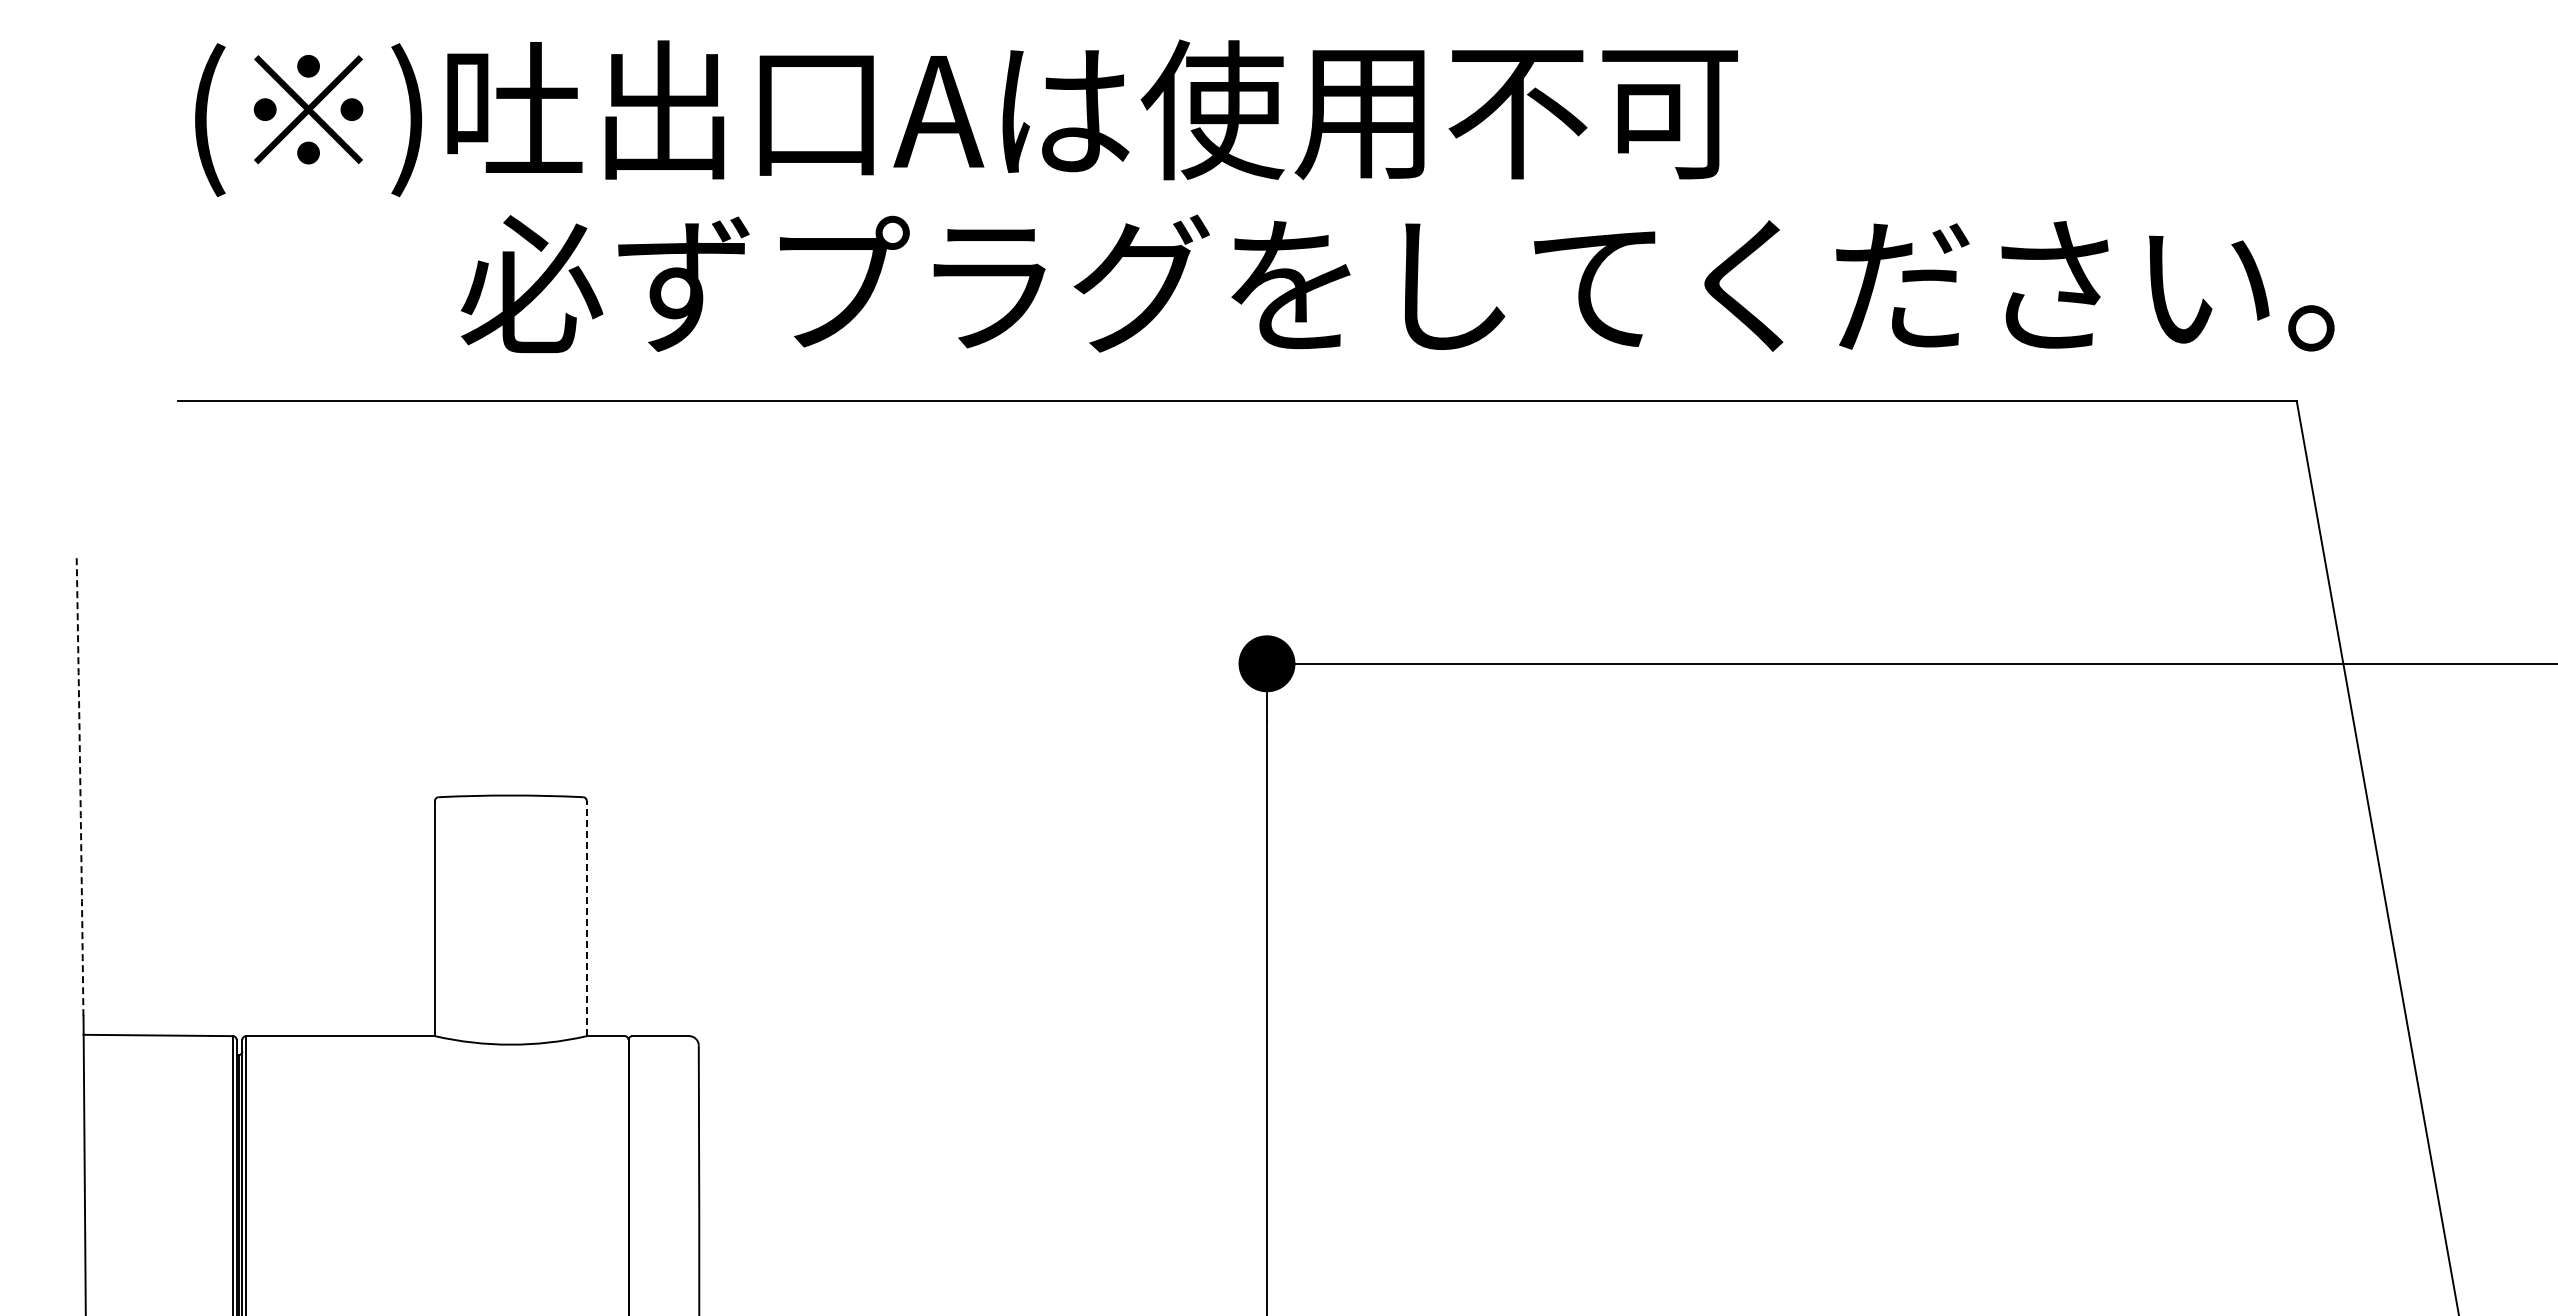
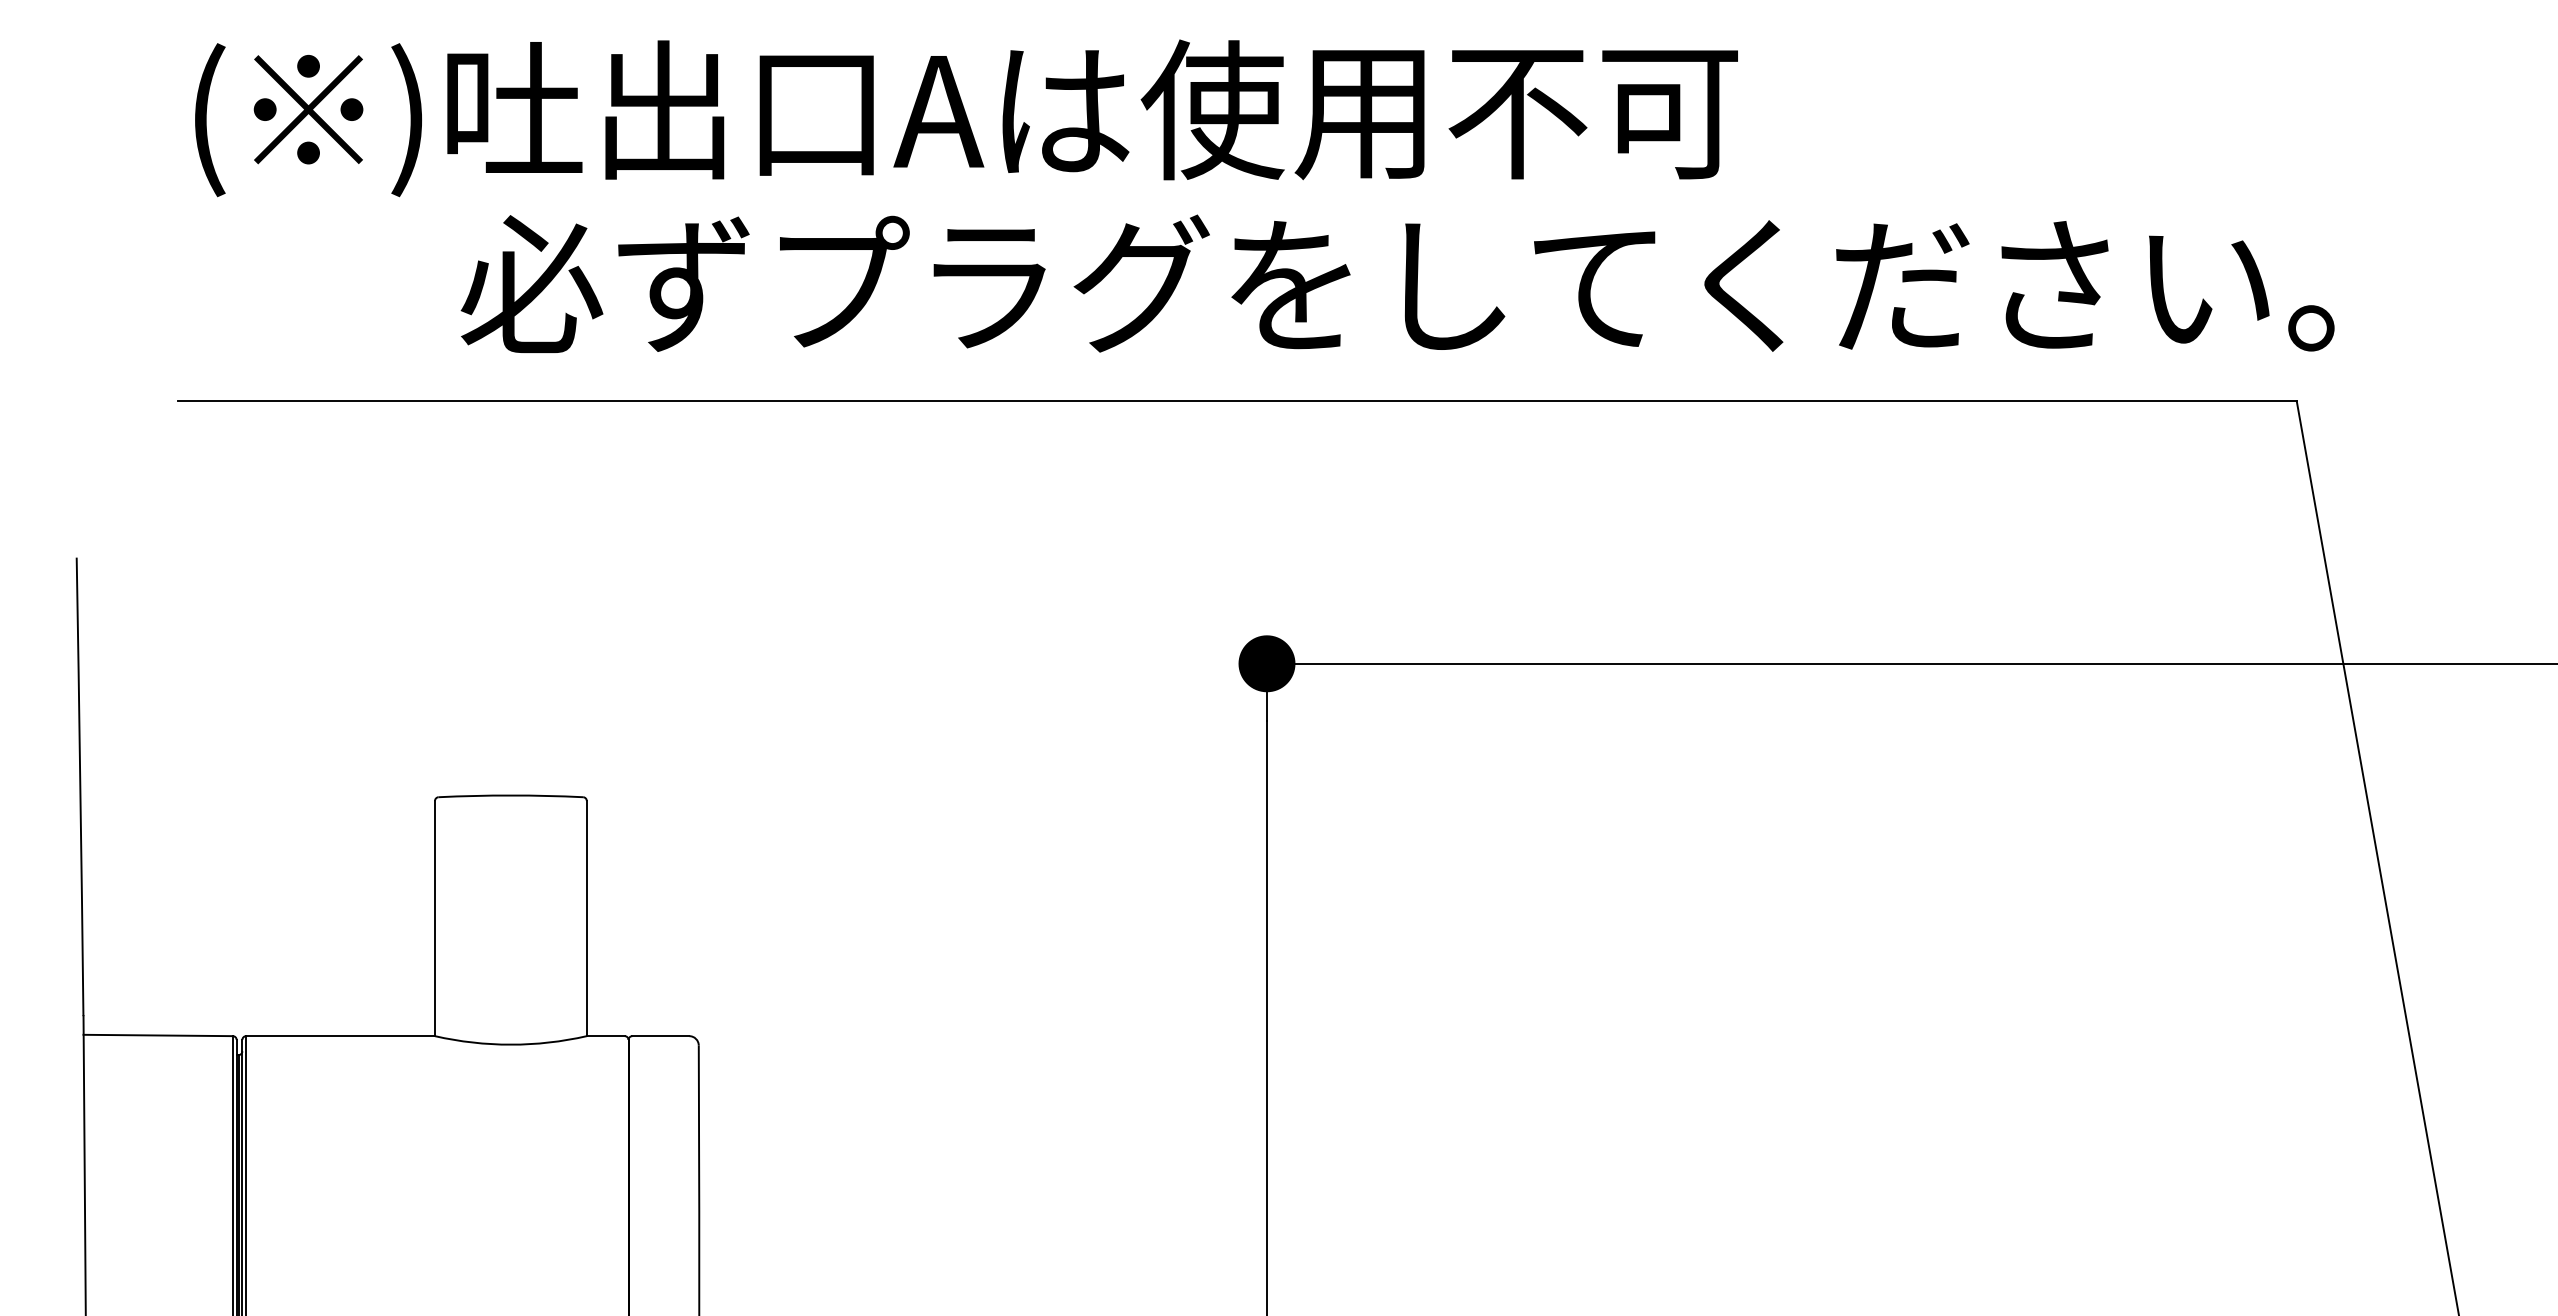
arc at (80, 786): dashed -> solid
line at (586, 918): dashed -> solid
